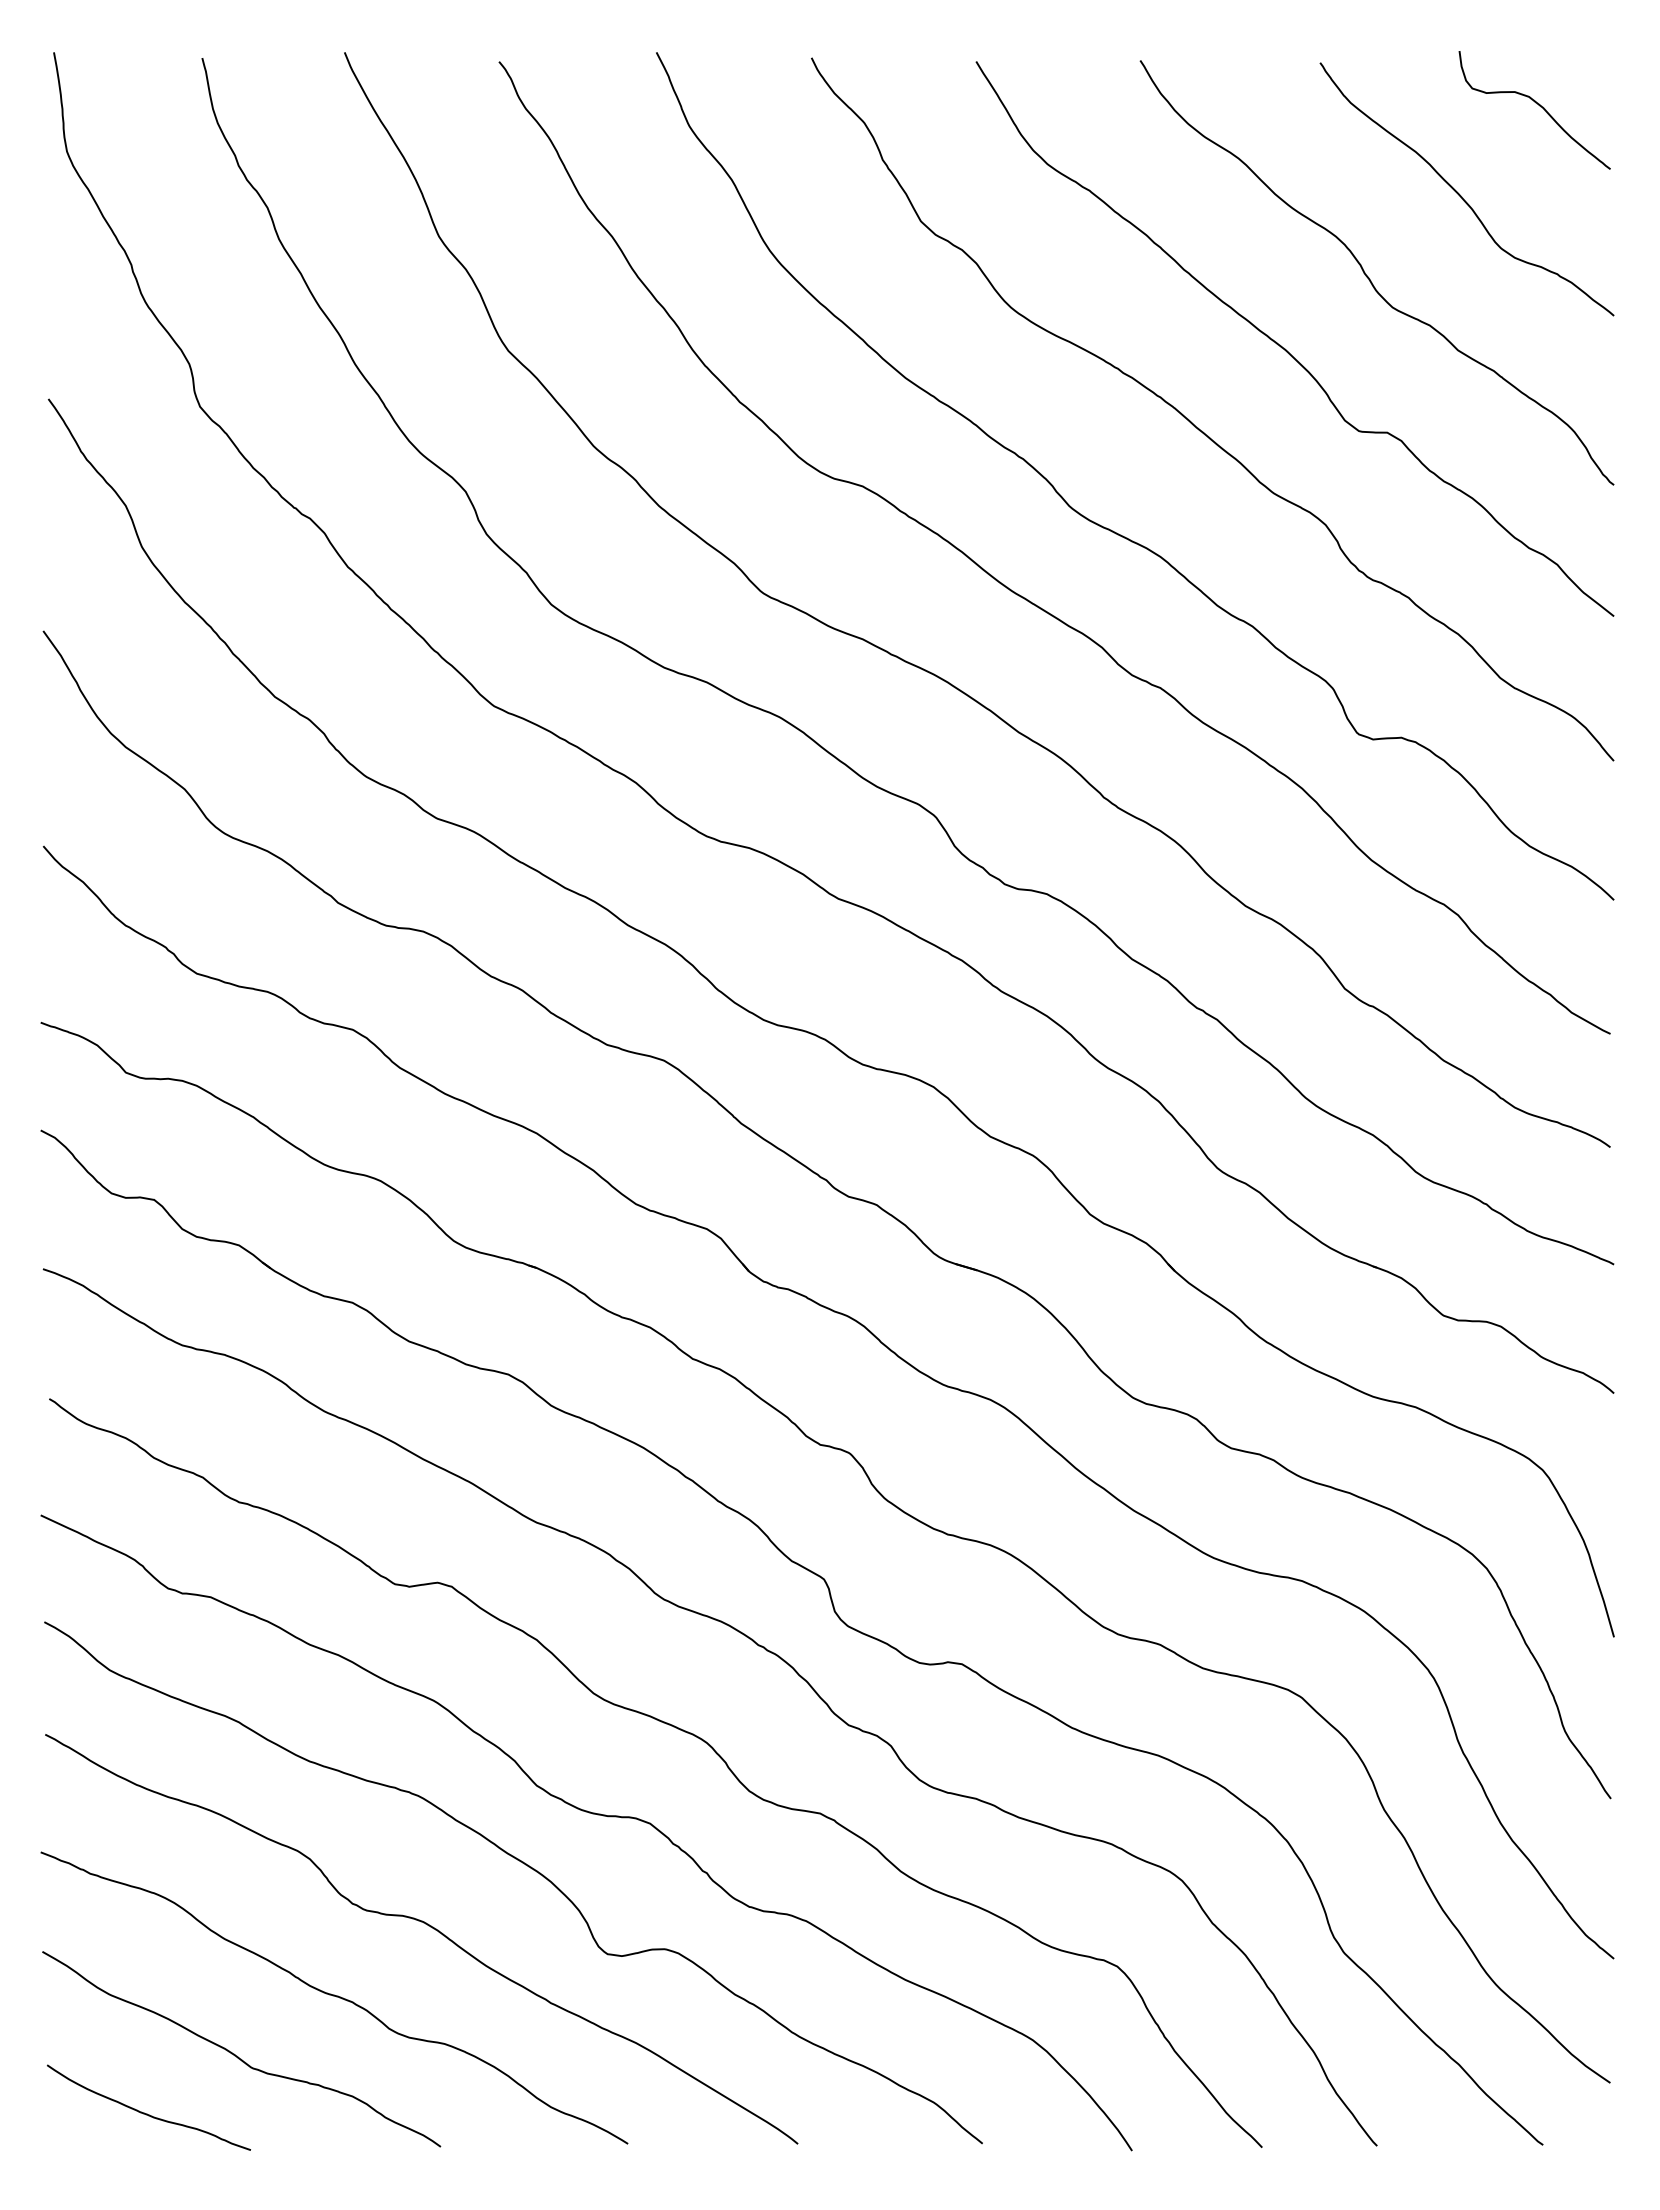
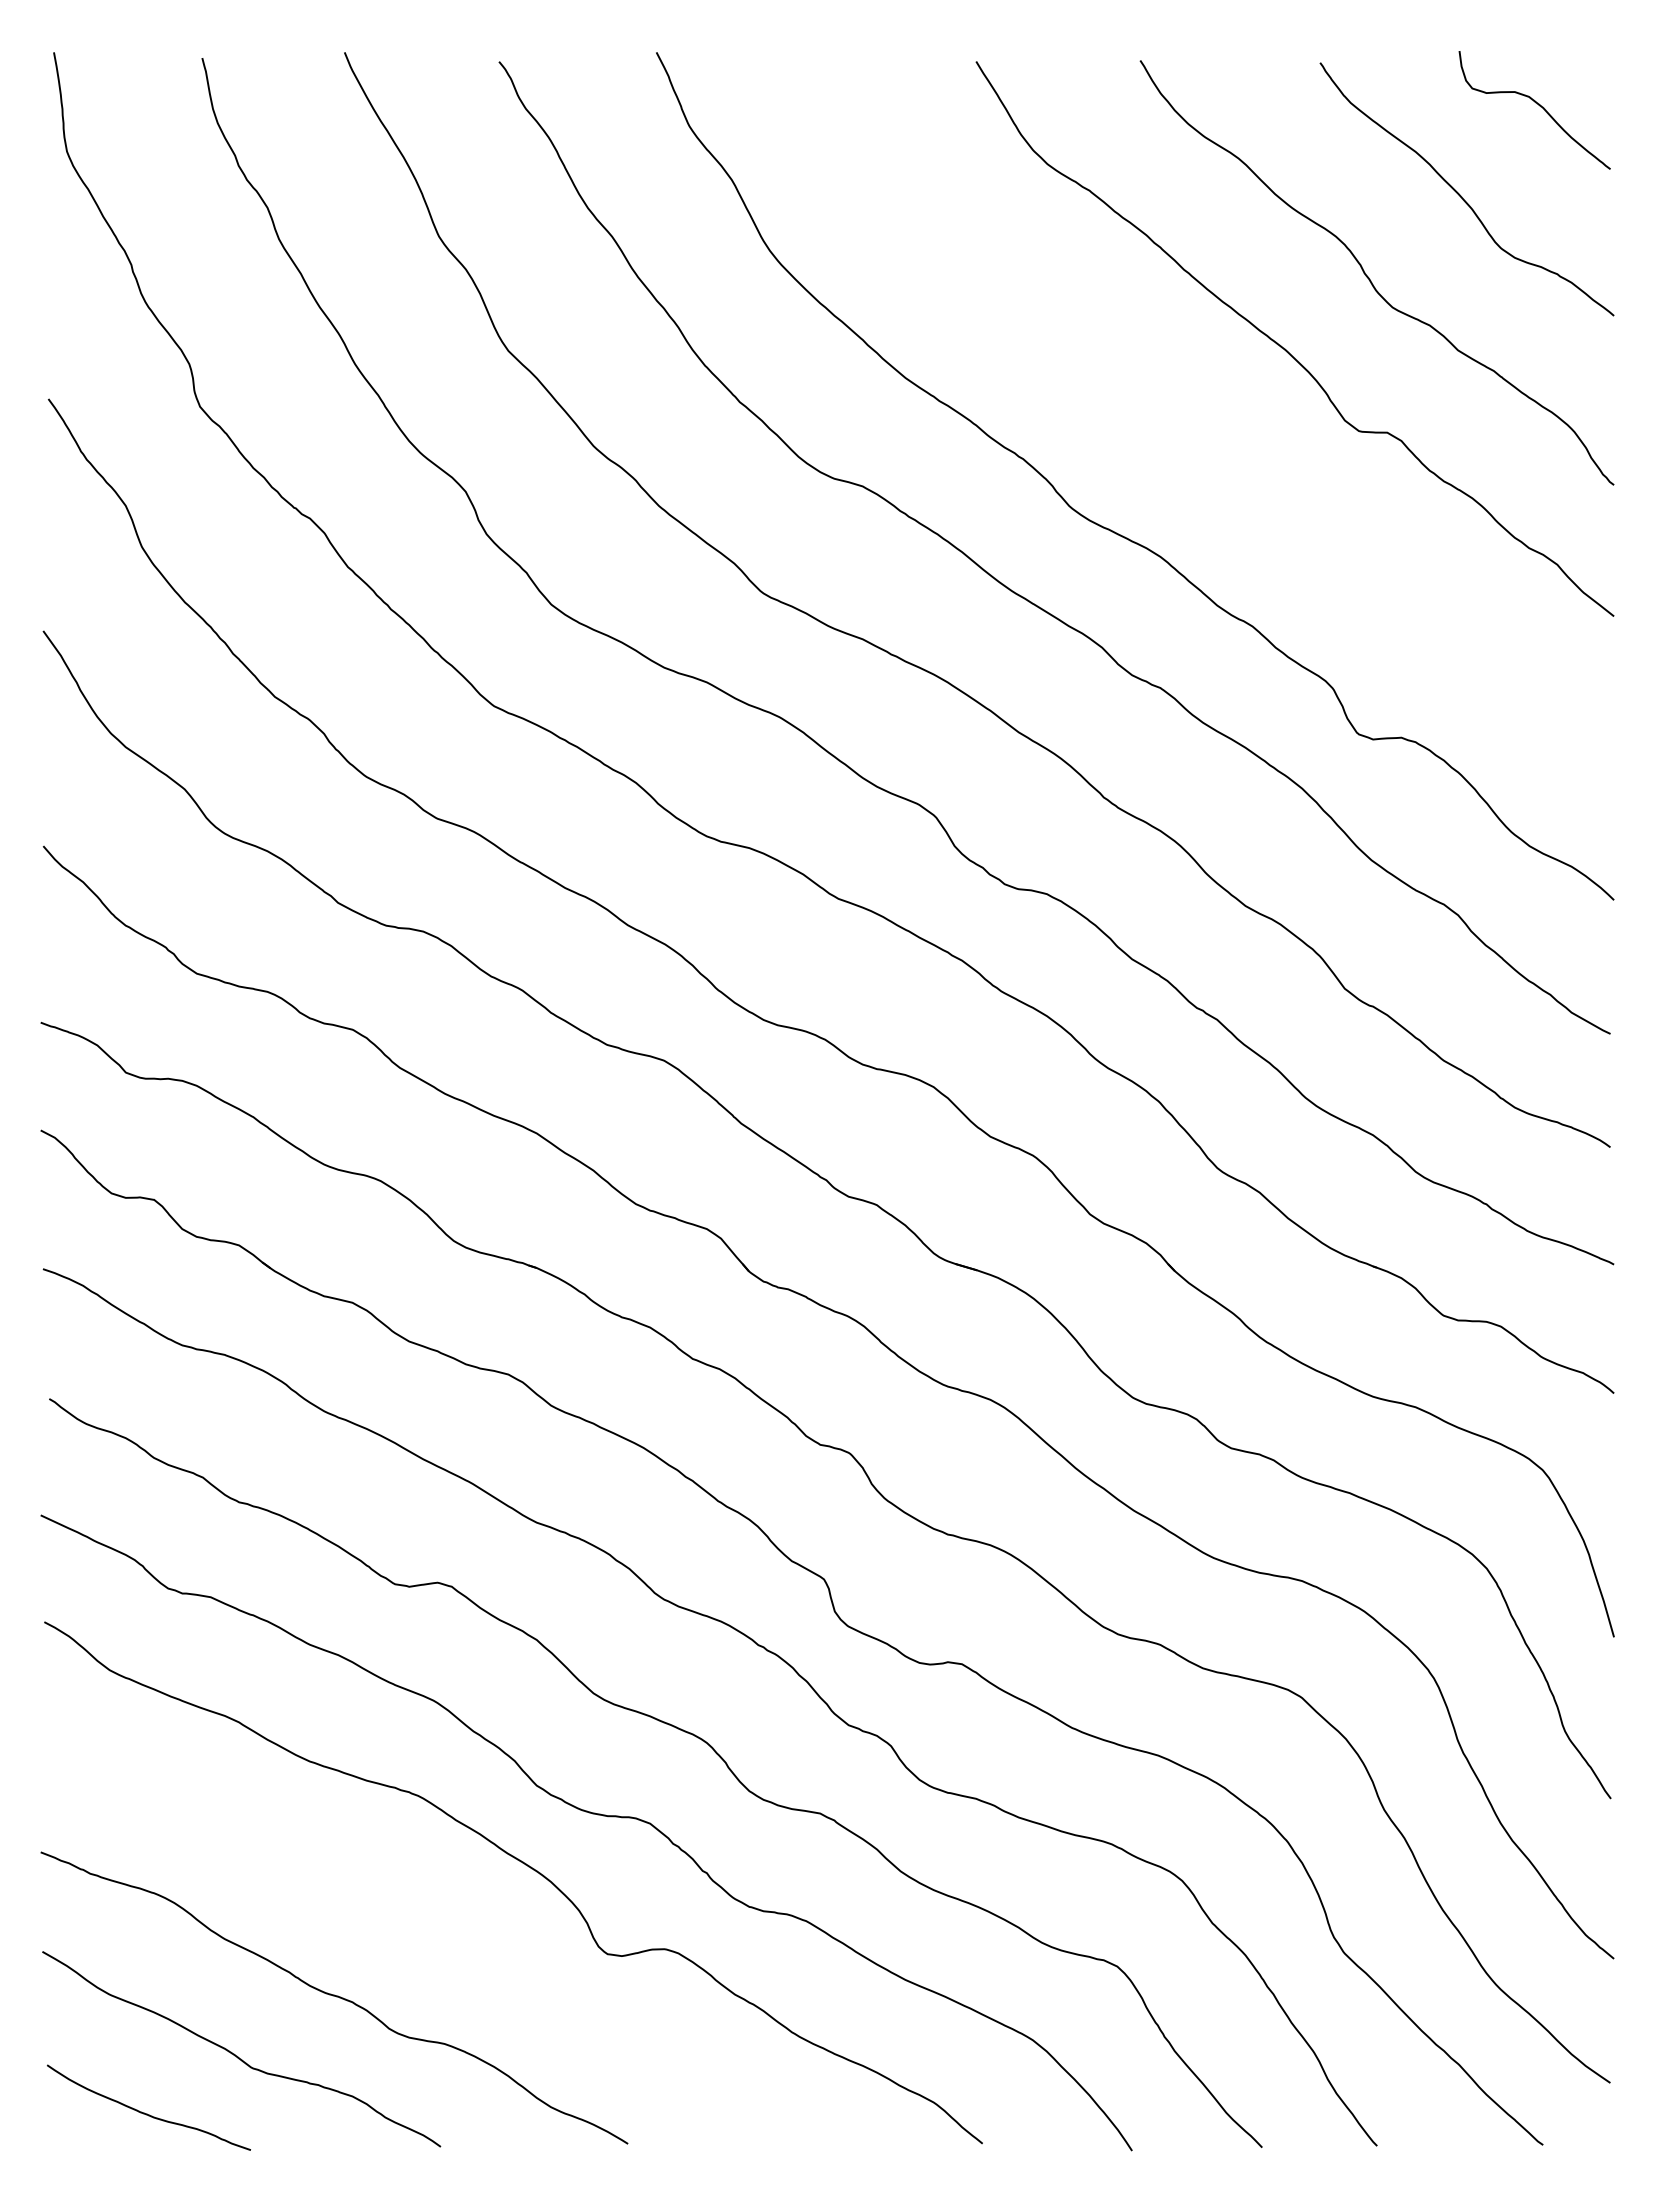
curve at (1198, 427): present -> none
curve at (428, 1926): present -> none
